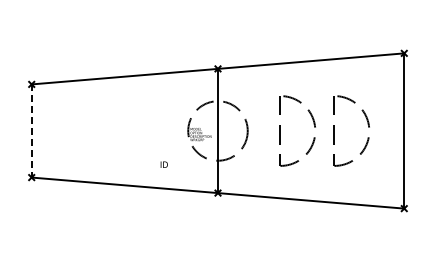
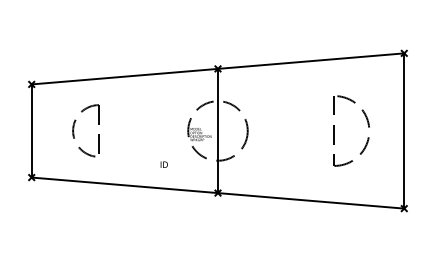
part at (74, 129): none -> present
part at (280, 130): present -> none
line at (31, 131): dashed -> solid
